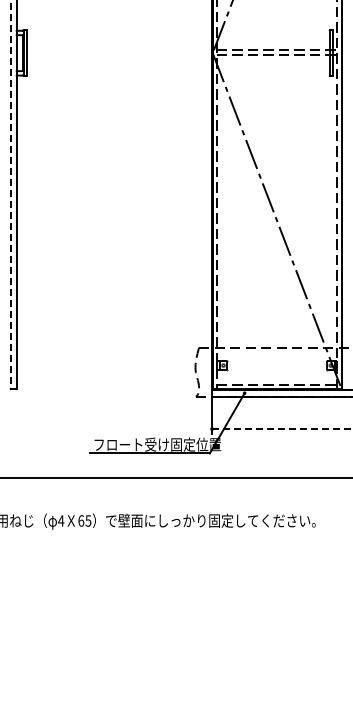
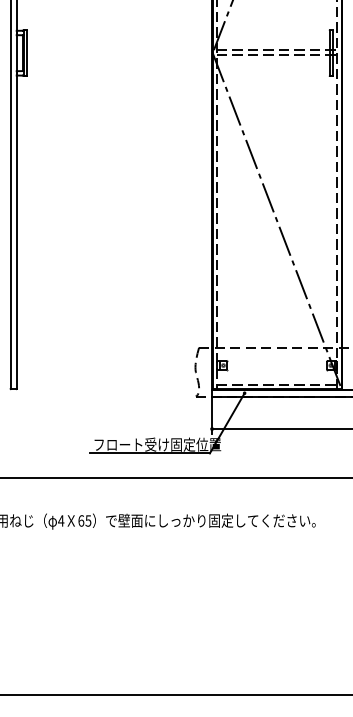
line at (10, 195): dashed -> solid
line at (283, 429): dashed -> solid
line at (175, 695): none -> present
